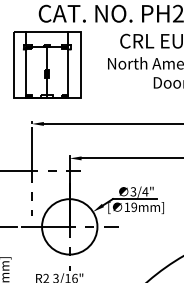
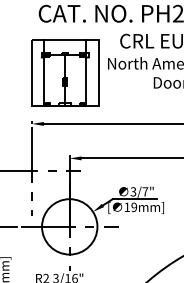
part at (47, 64) position: (47, 64) -> (65, 72)
text at (145, 191): 3/4" -> 3/7"
